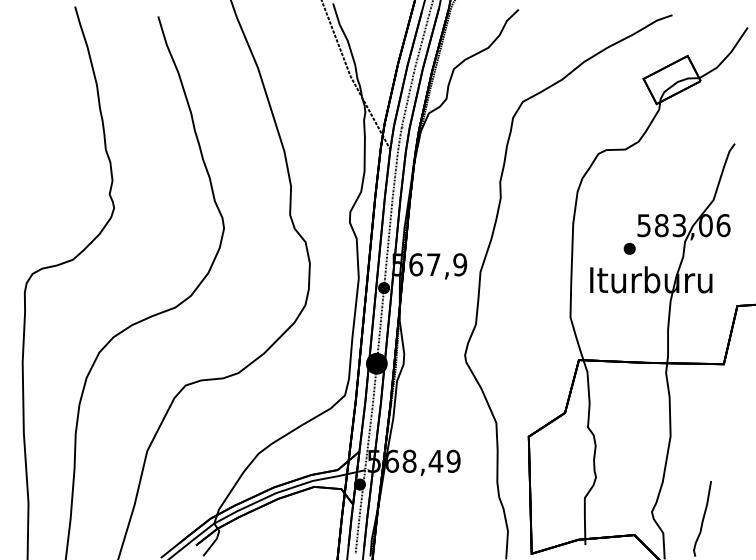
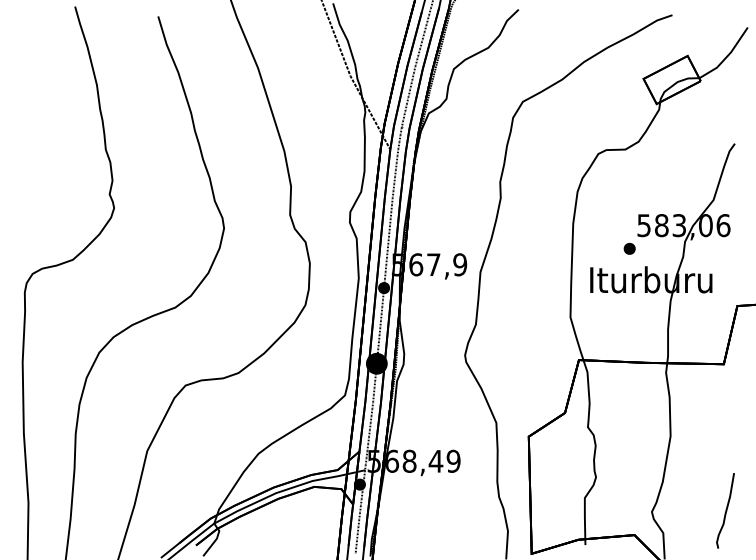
curve at (702, 518) position: (702, 518) -> (725, 510)
